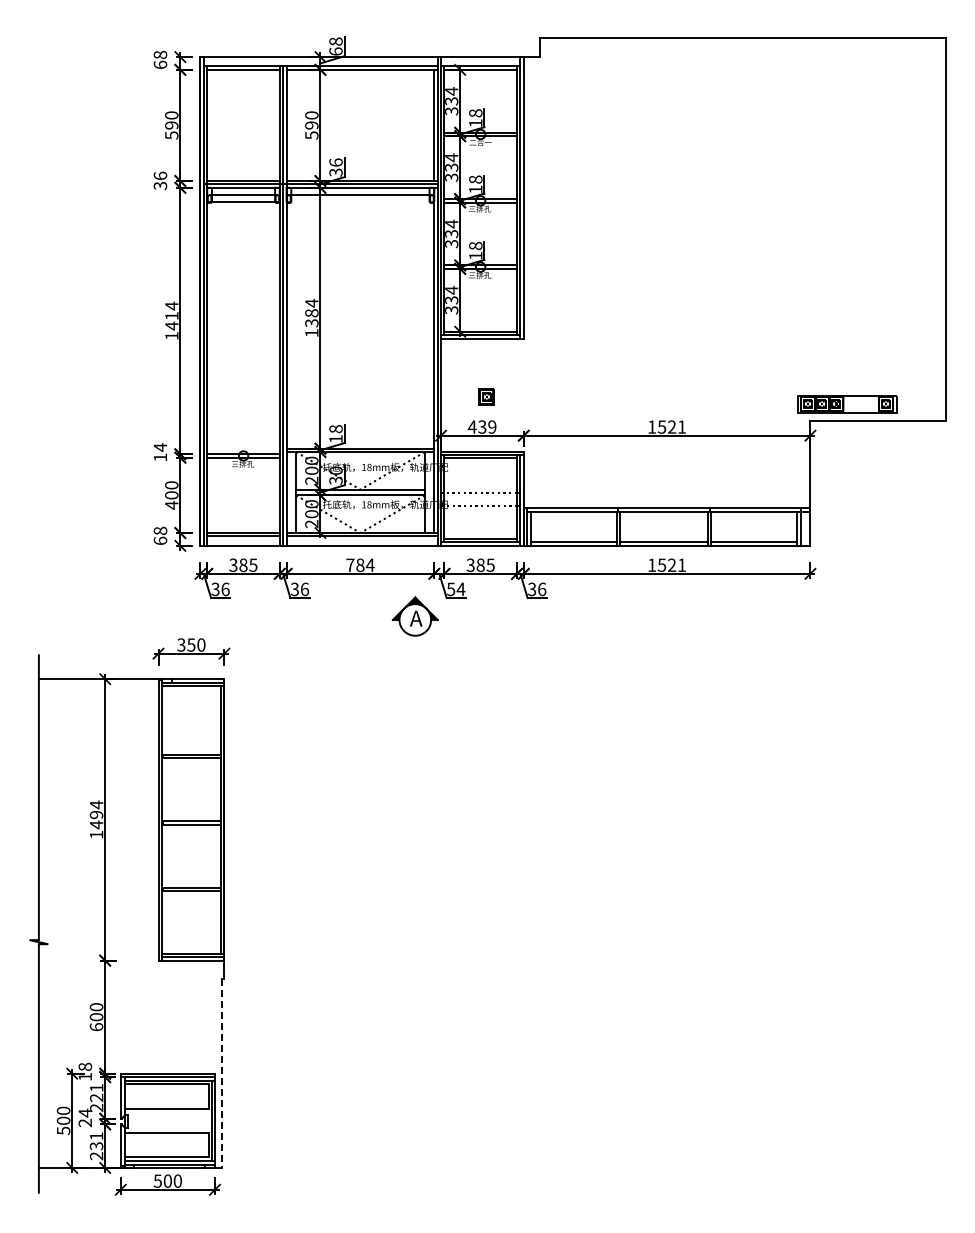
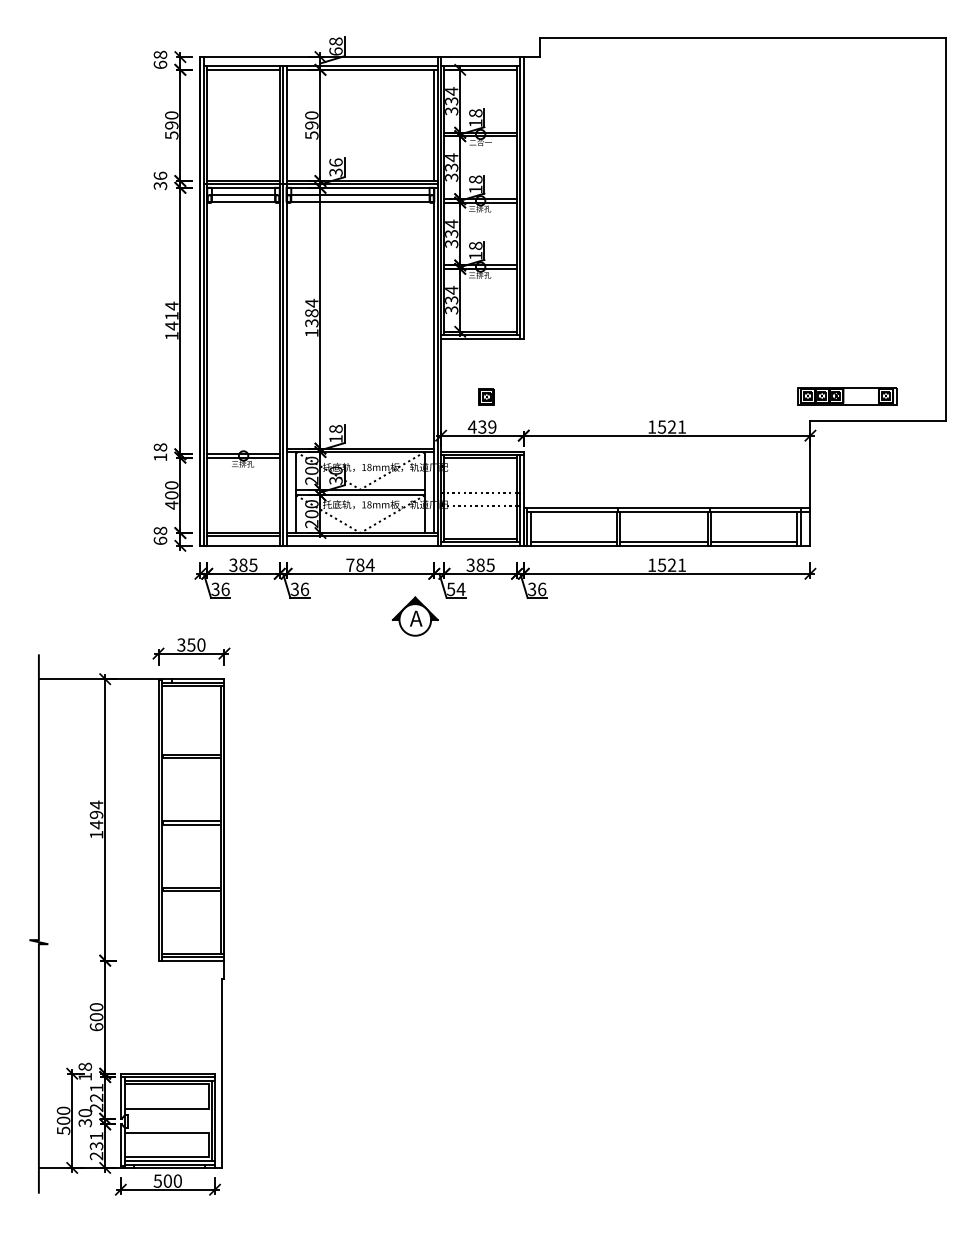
line at (359, 202): none -> present
part at (847, 404) position: (847, 404) -> (847, 396)
text at (160, 447): 14 -> 18
line at (221, 1074): dashed -> solid
text at (85, 1117): 24 -> 30
